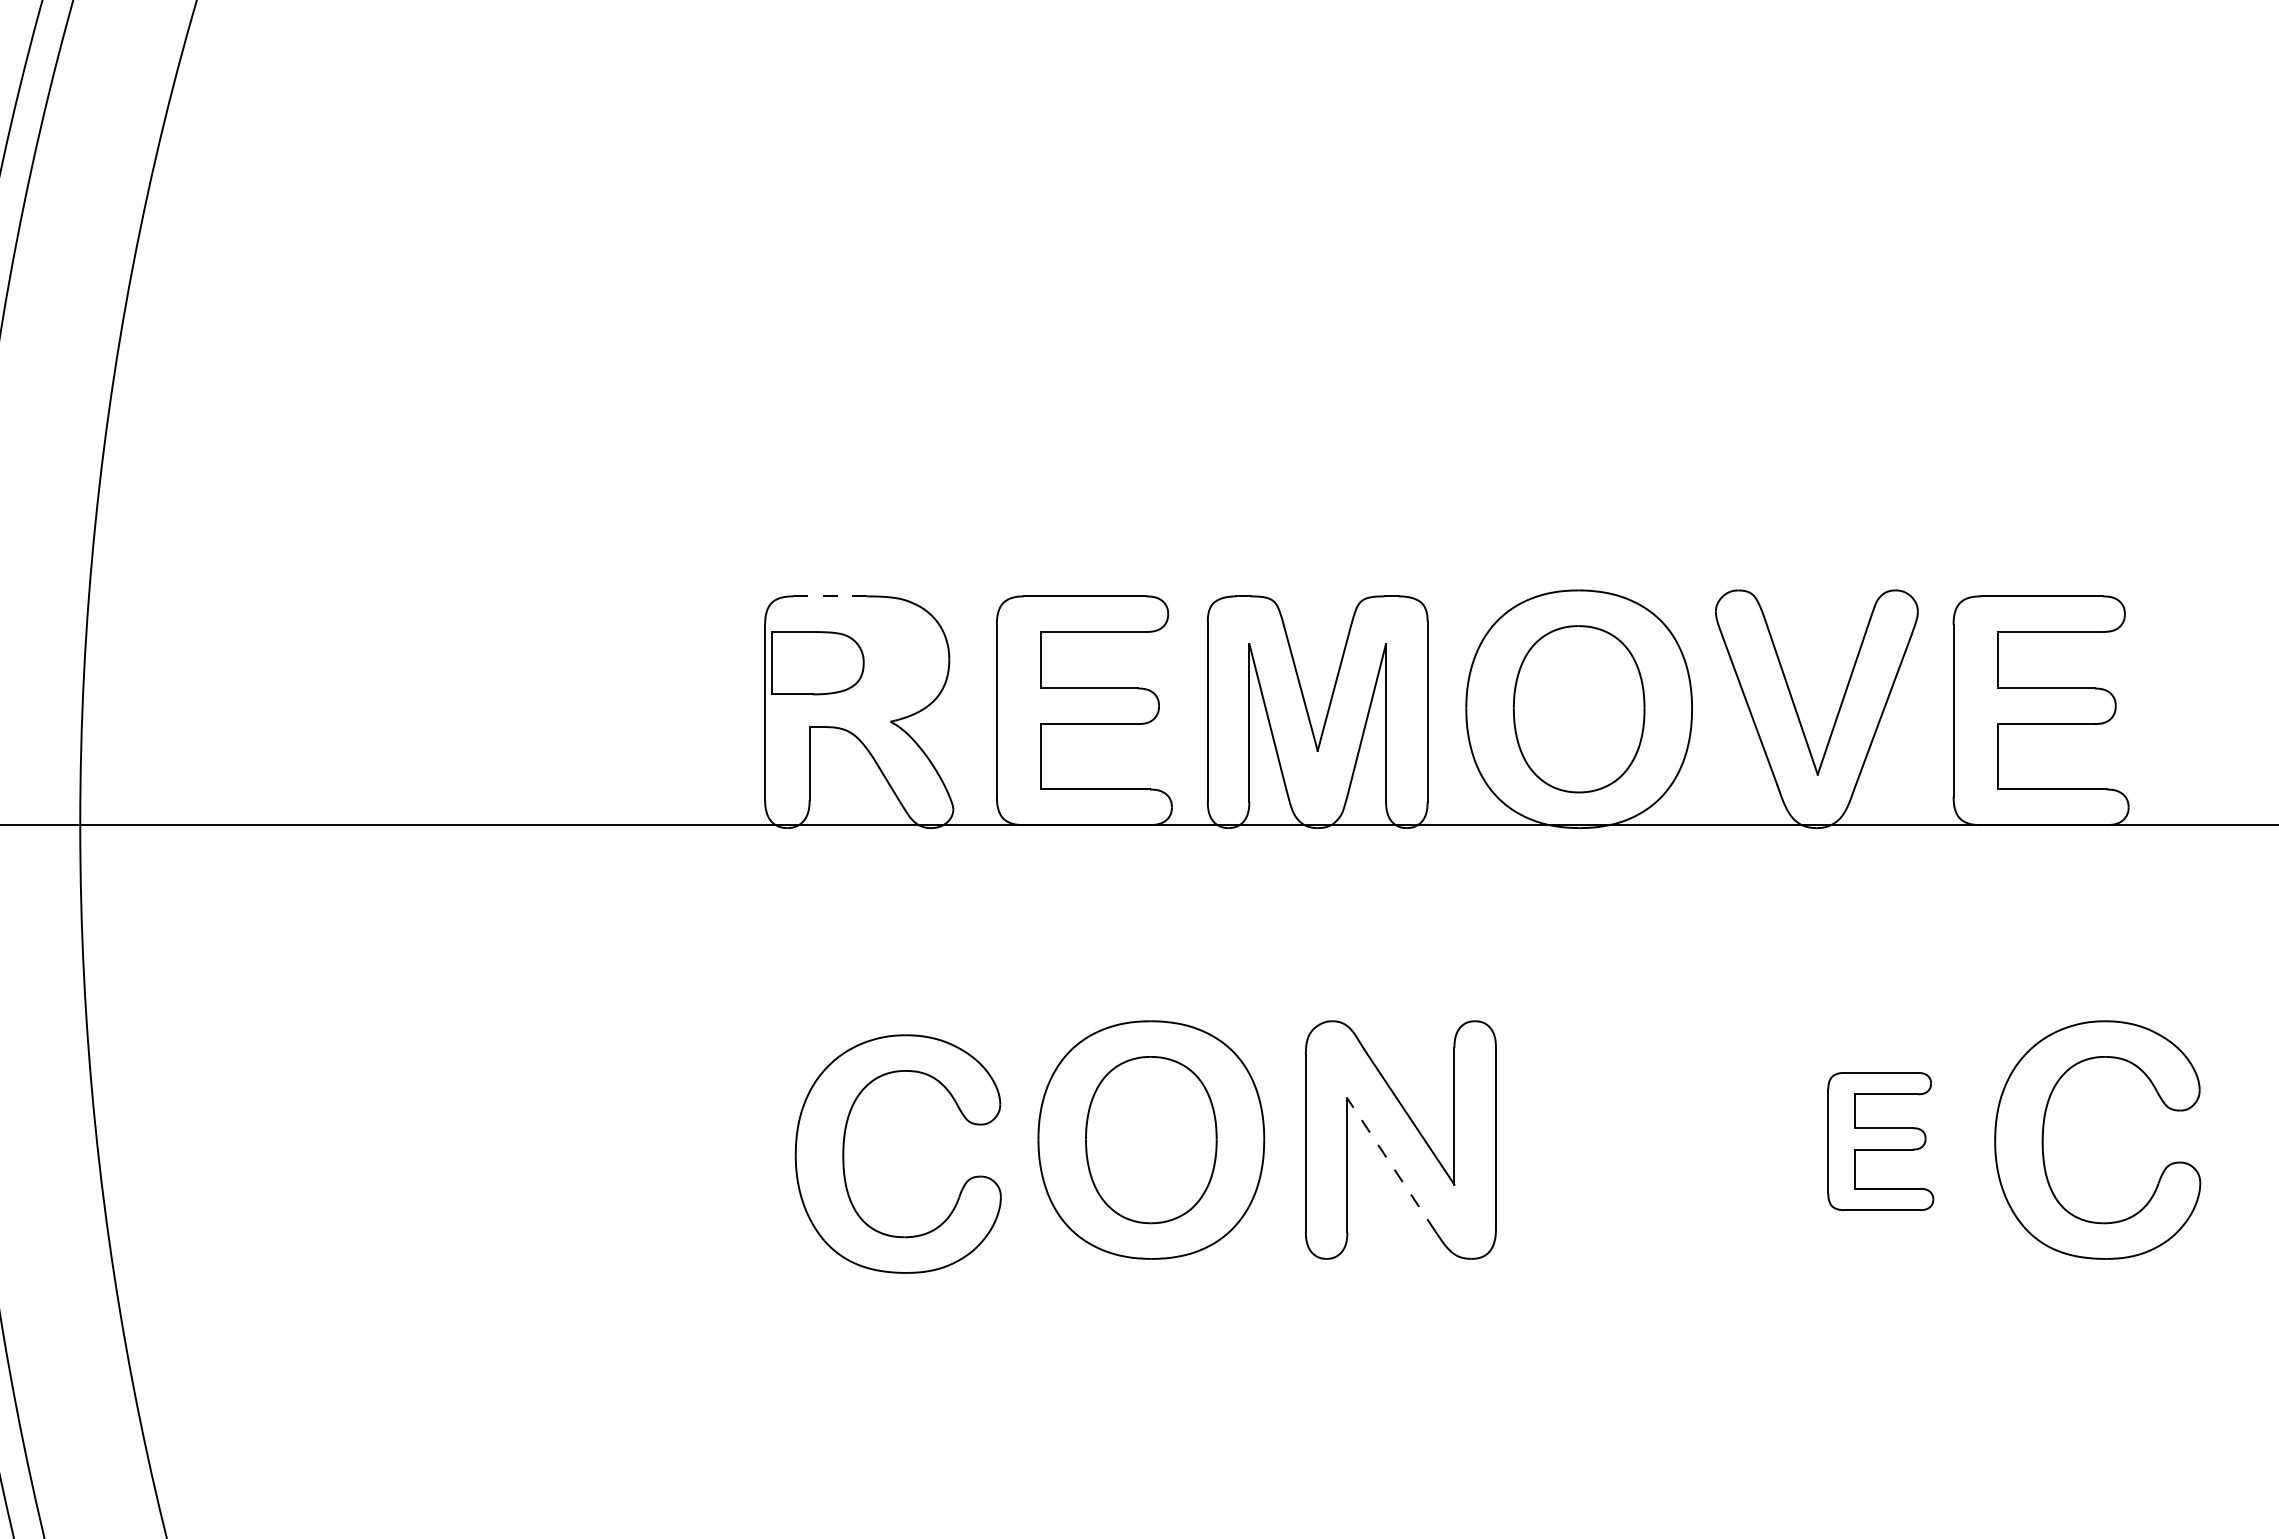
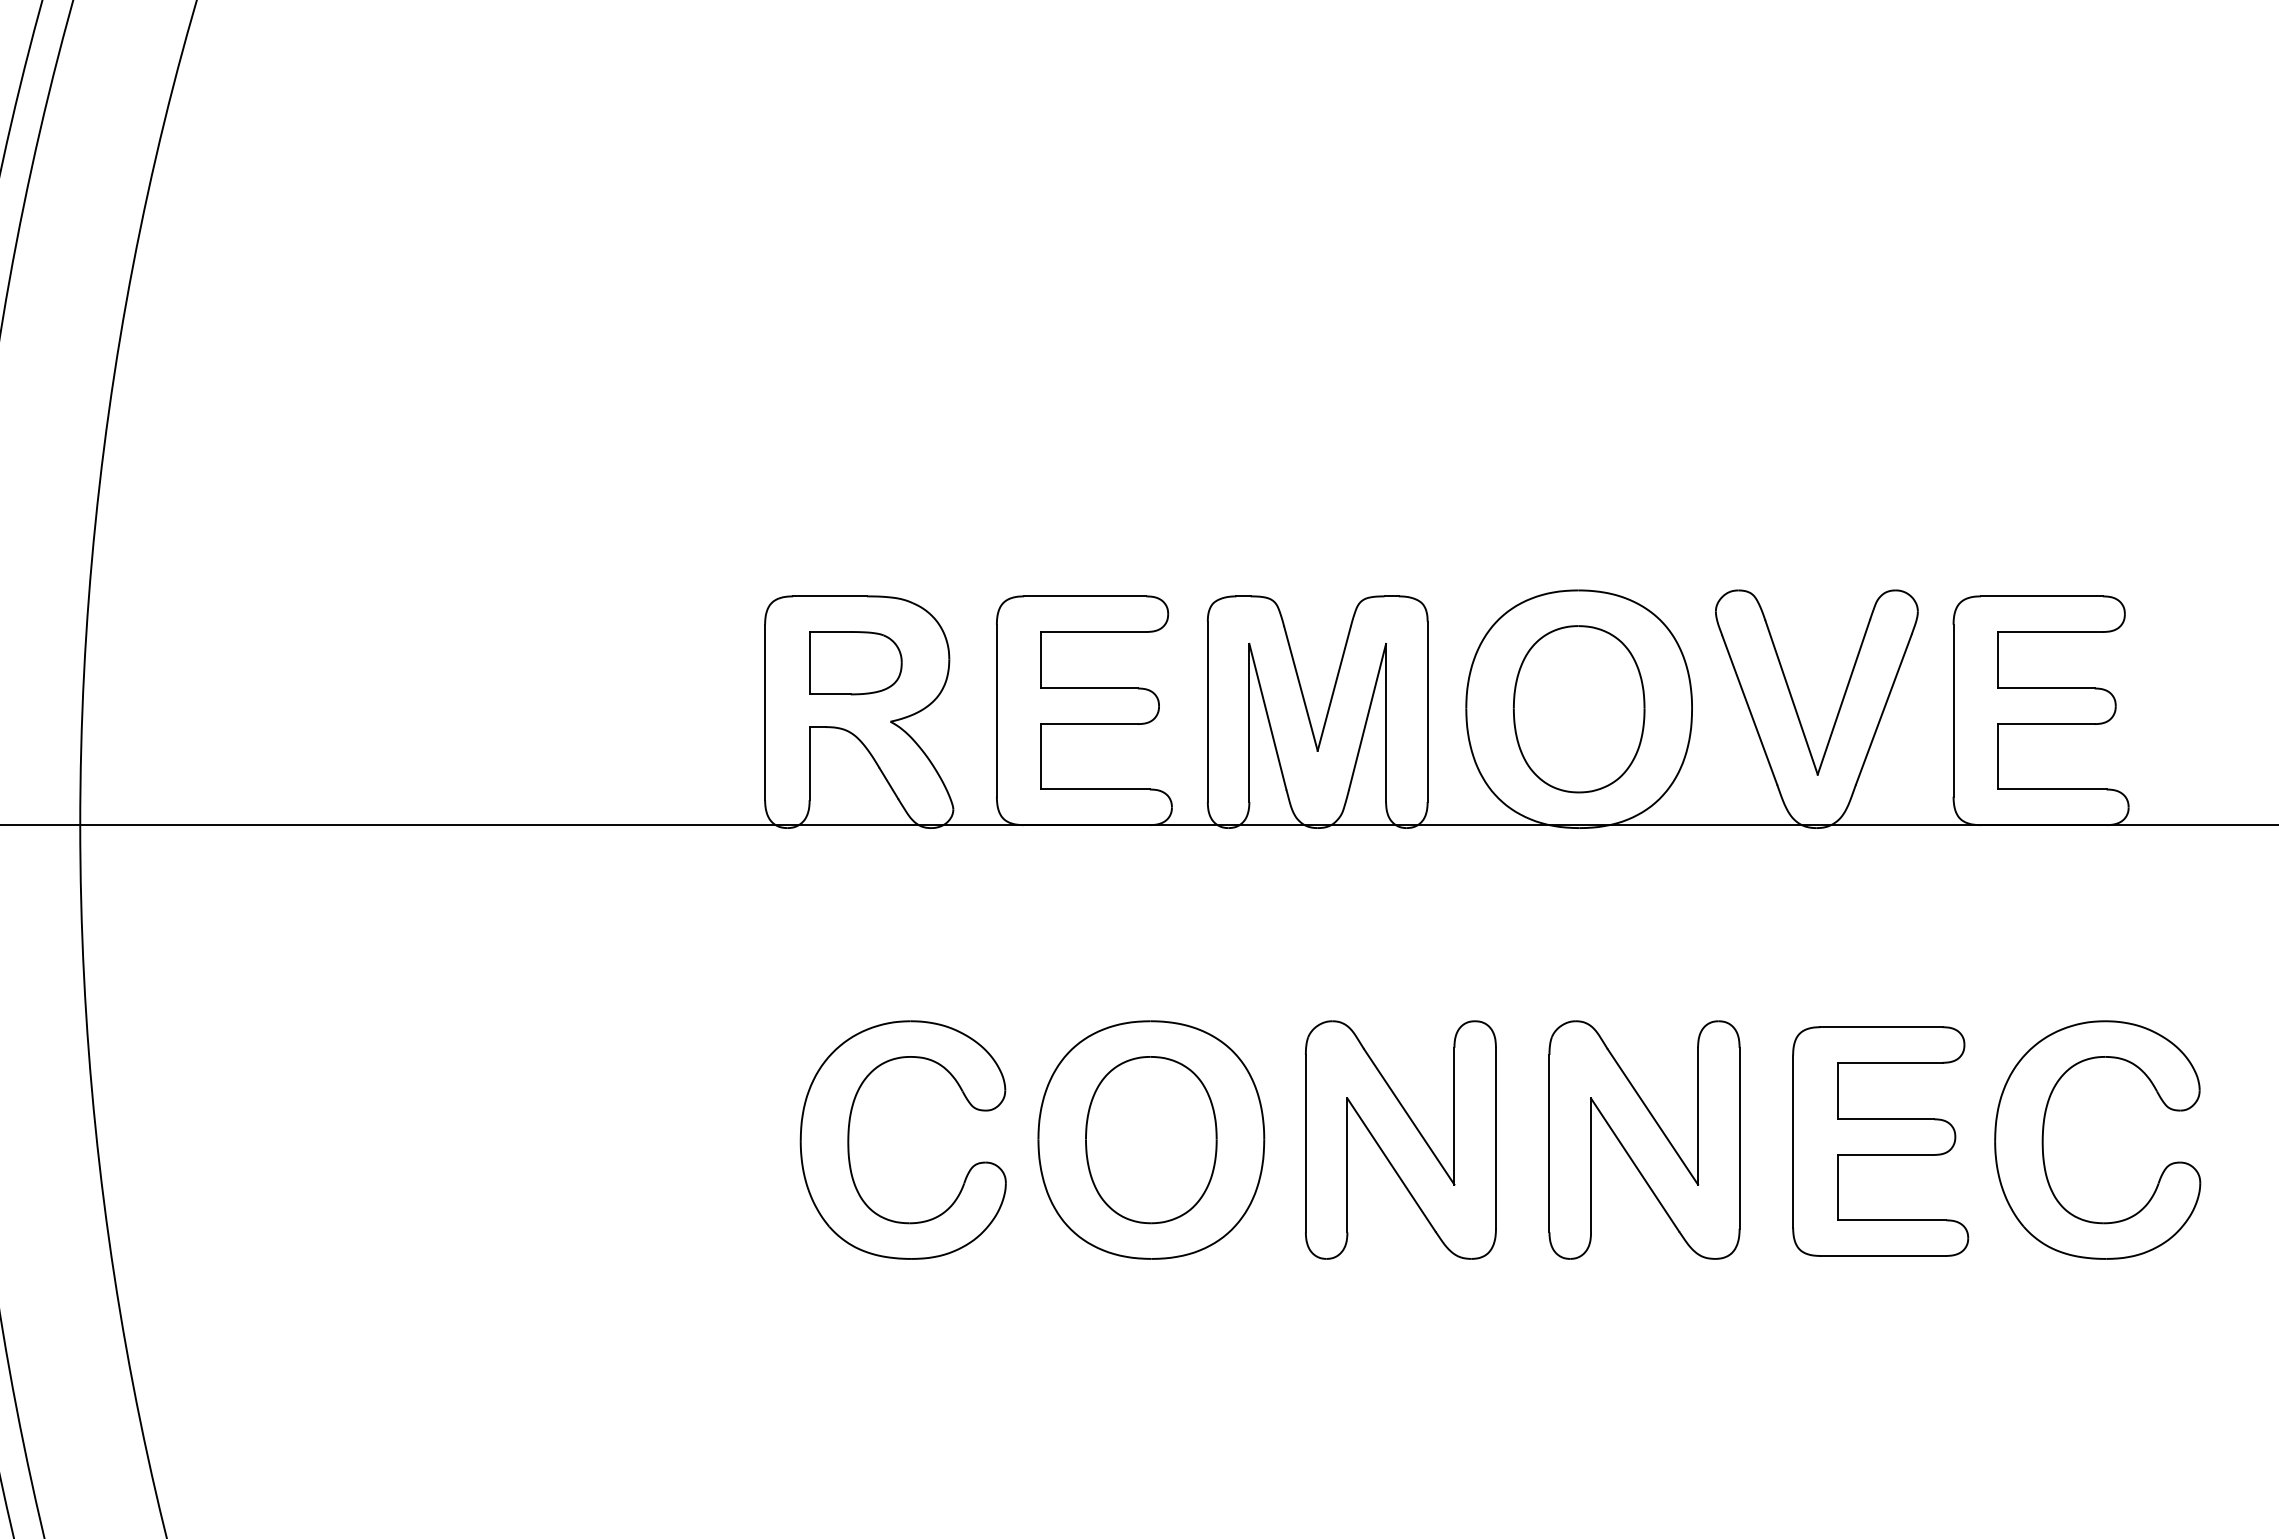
line at (830, 596): dashed -> solid
part at (817, 663) position: (817, 663) -> (855, 663)
part at (1644, 1139): none -> present
part at (1880, 1141) size: 108x139 px -> 178x231 px
part at (844, 1153) position: (844, 1153) -> (849, 1139)
line at (1391, 1165): dashed -> solid
